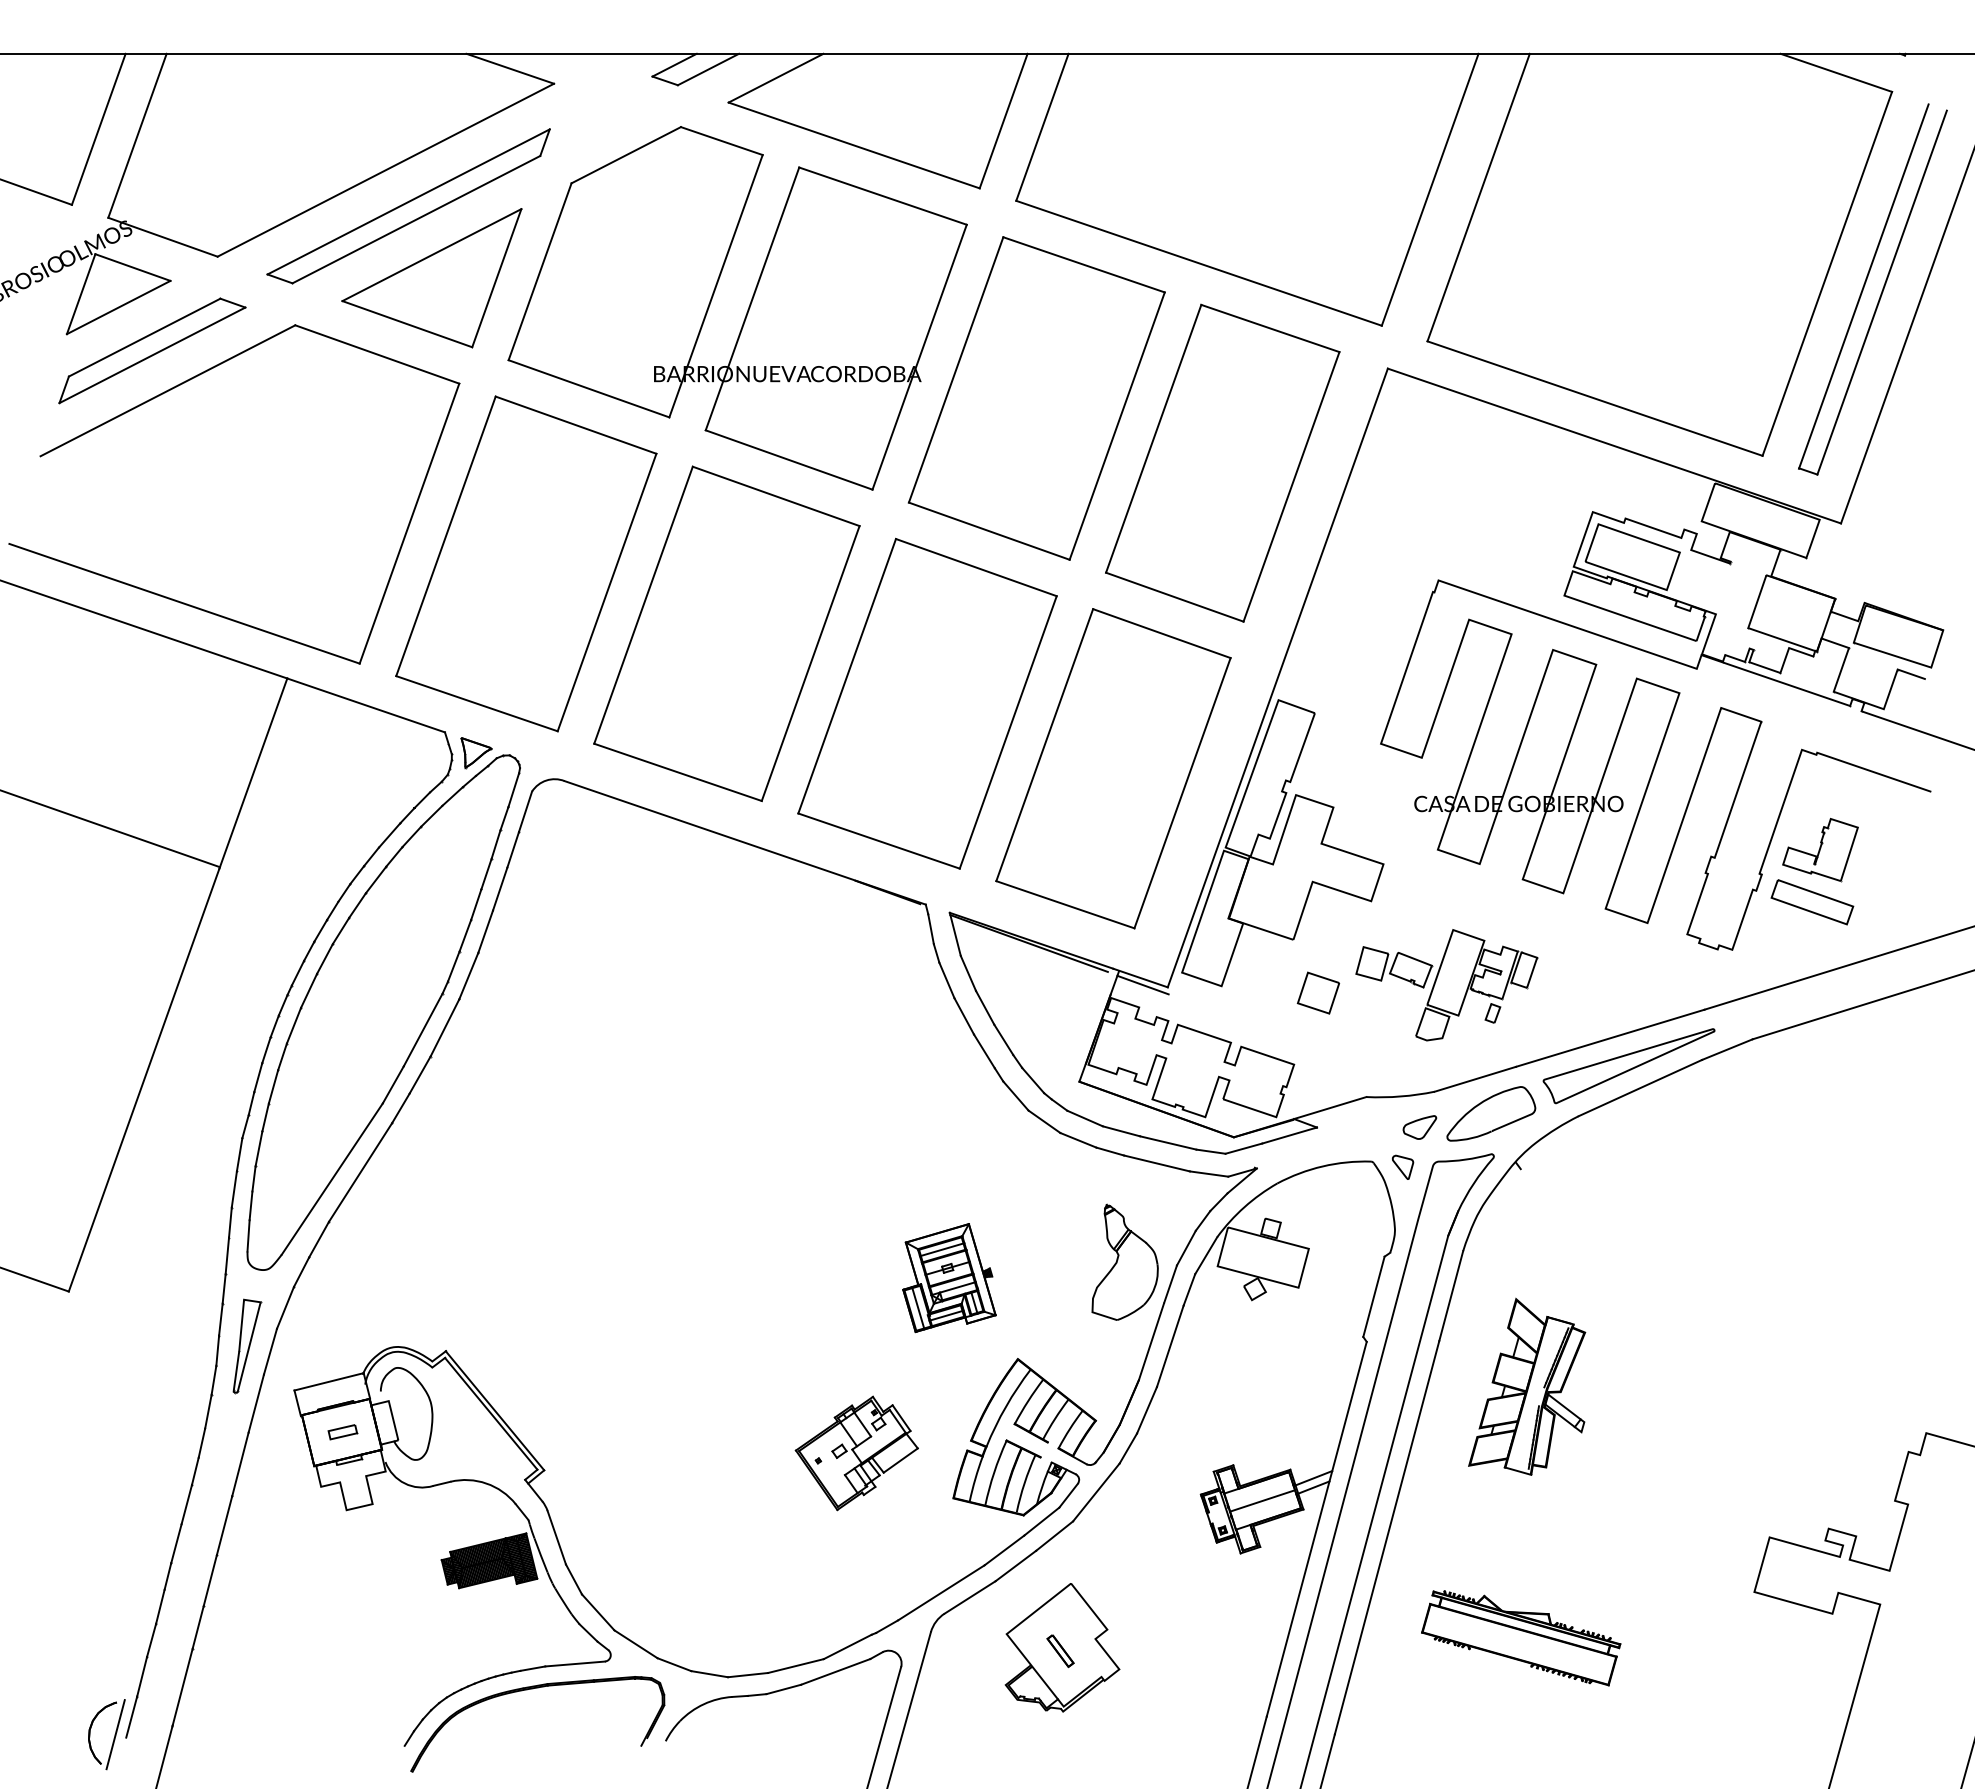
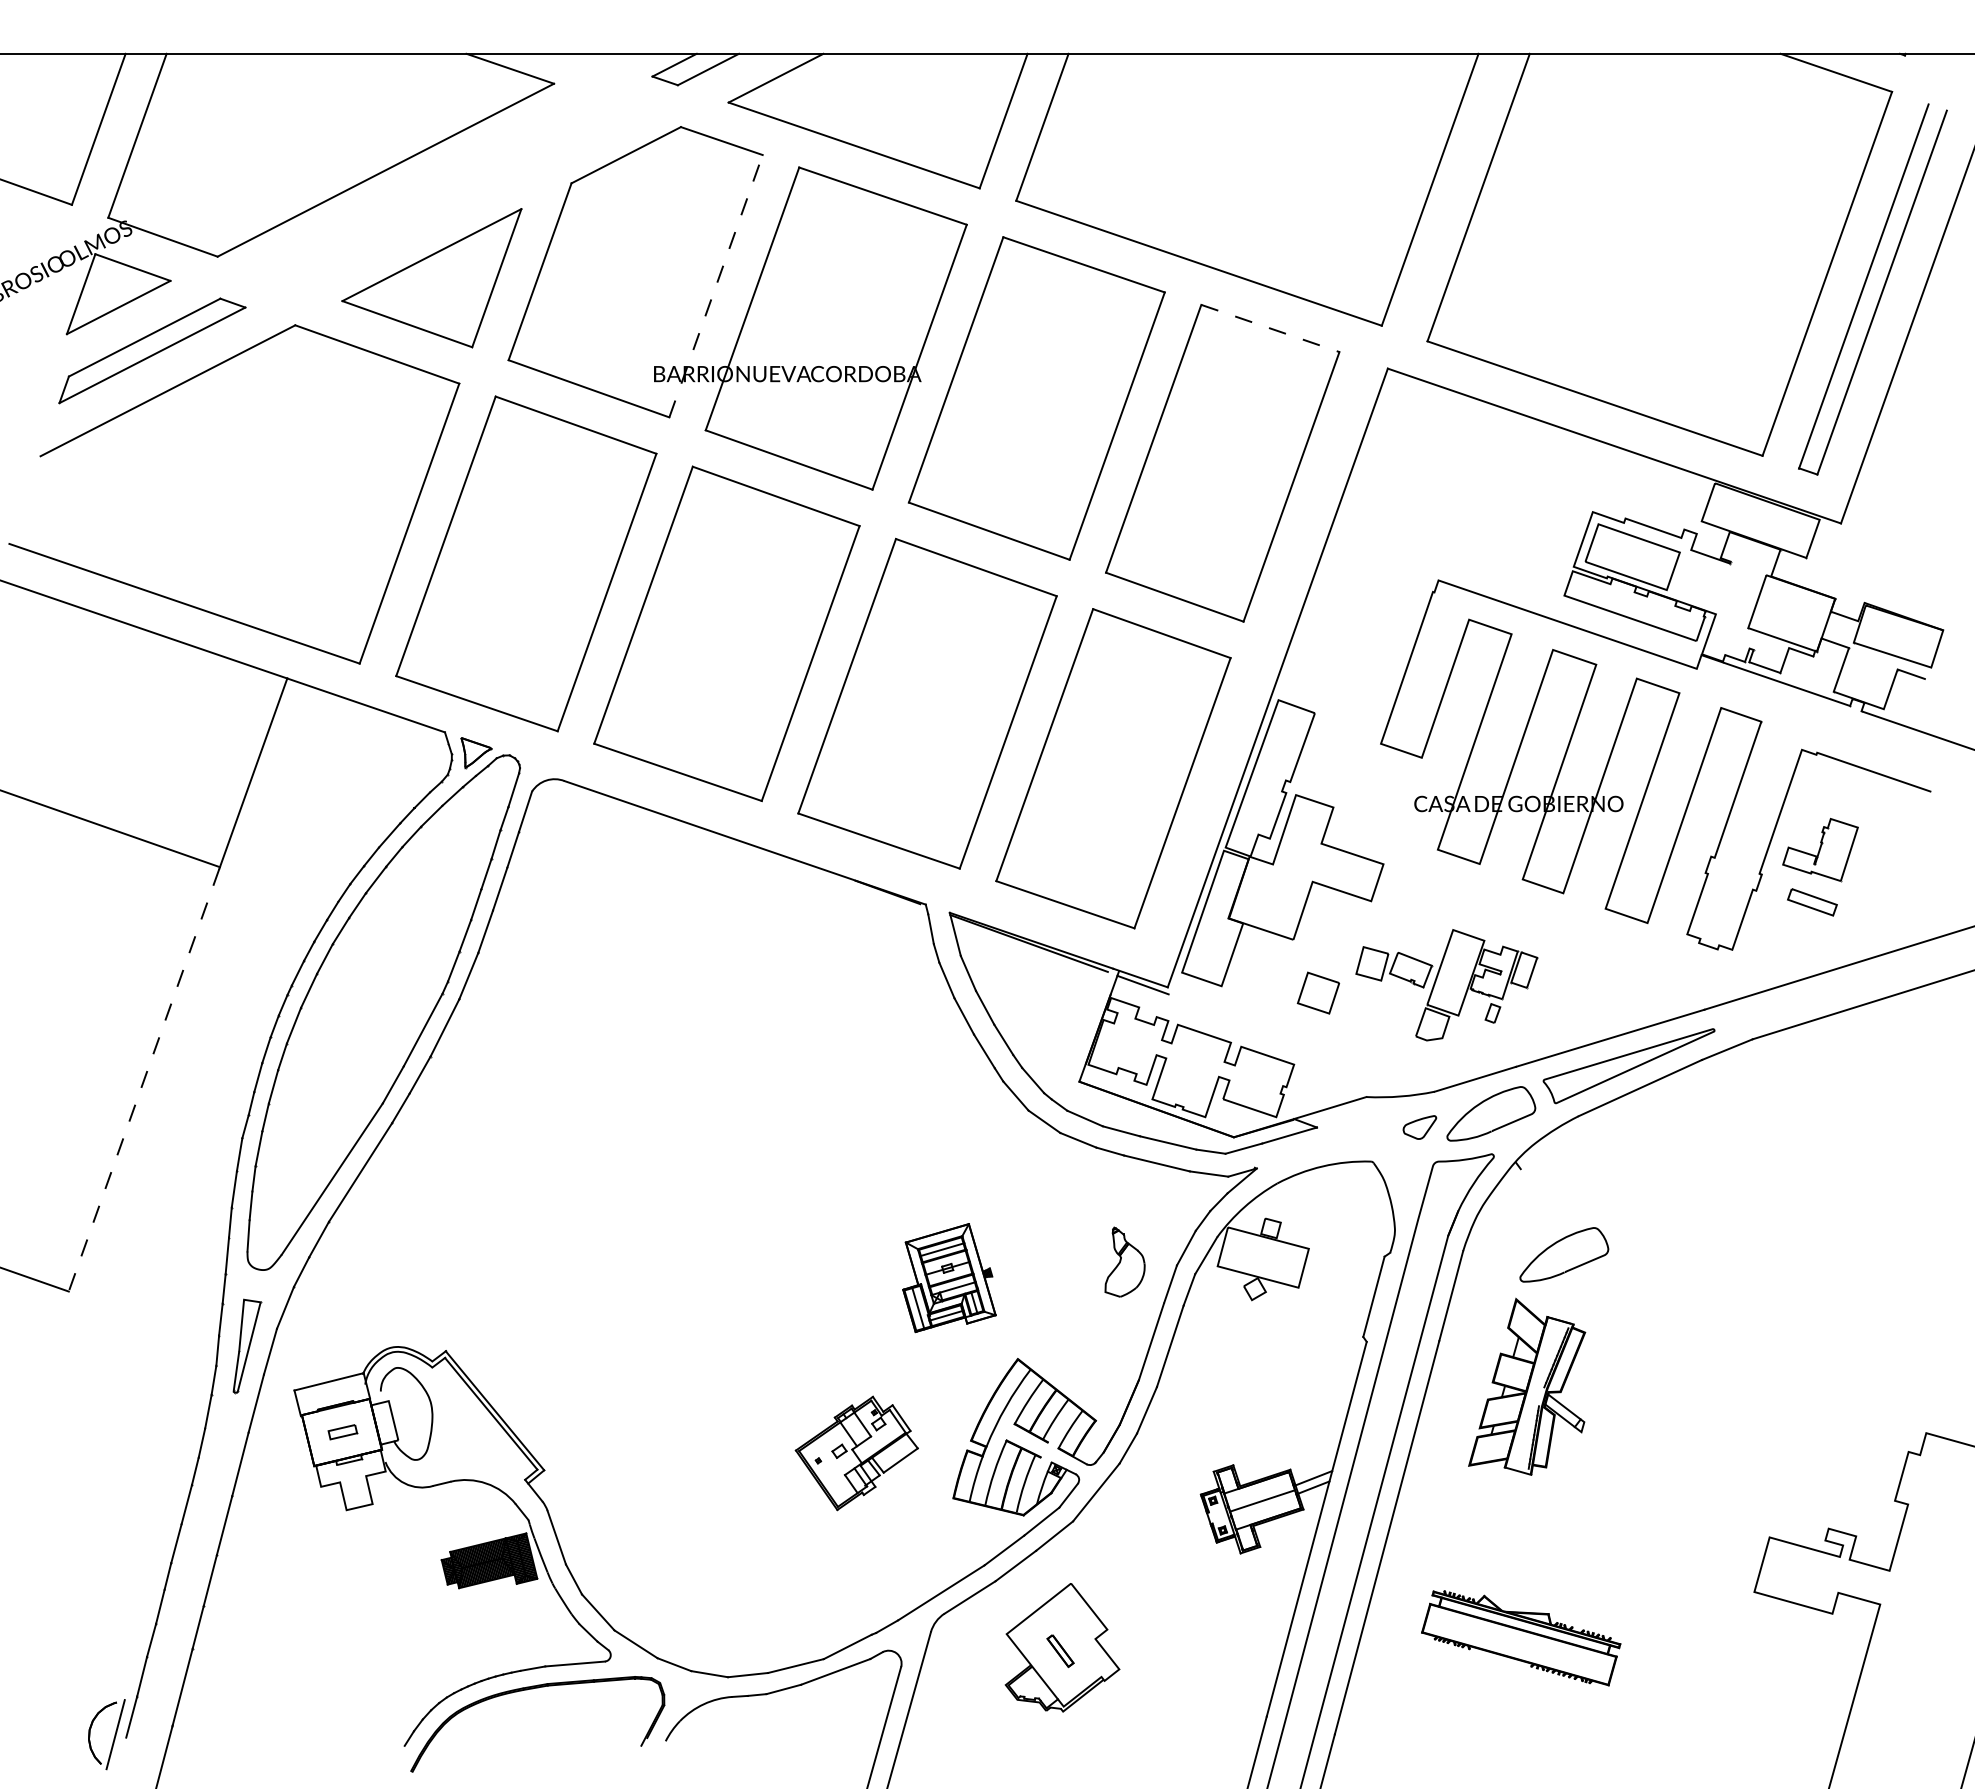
part at (408, 206): present -> none
line at (716, 285): solid -> dashed
line at (1270, 328): solid -> dashed
part at (1812, 902) size: 85x47 px -> 51x29 px
line at (143, 1080): solid -> dashed
part at (1402, 1166): present -> none
part at (1564, 1254): none -> present
part at (1124, 1261) size: 68x118 px -> 42x72 px
